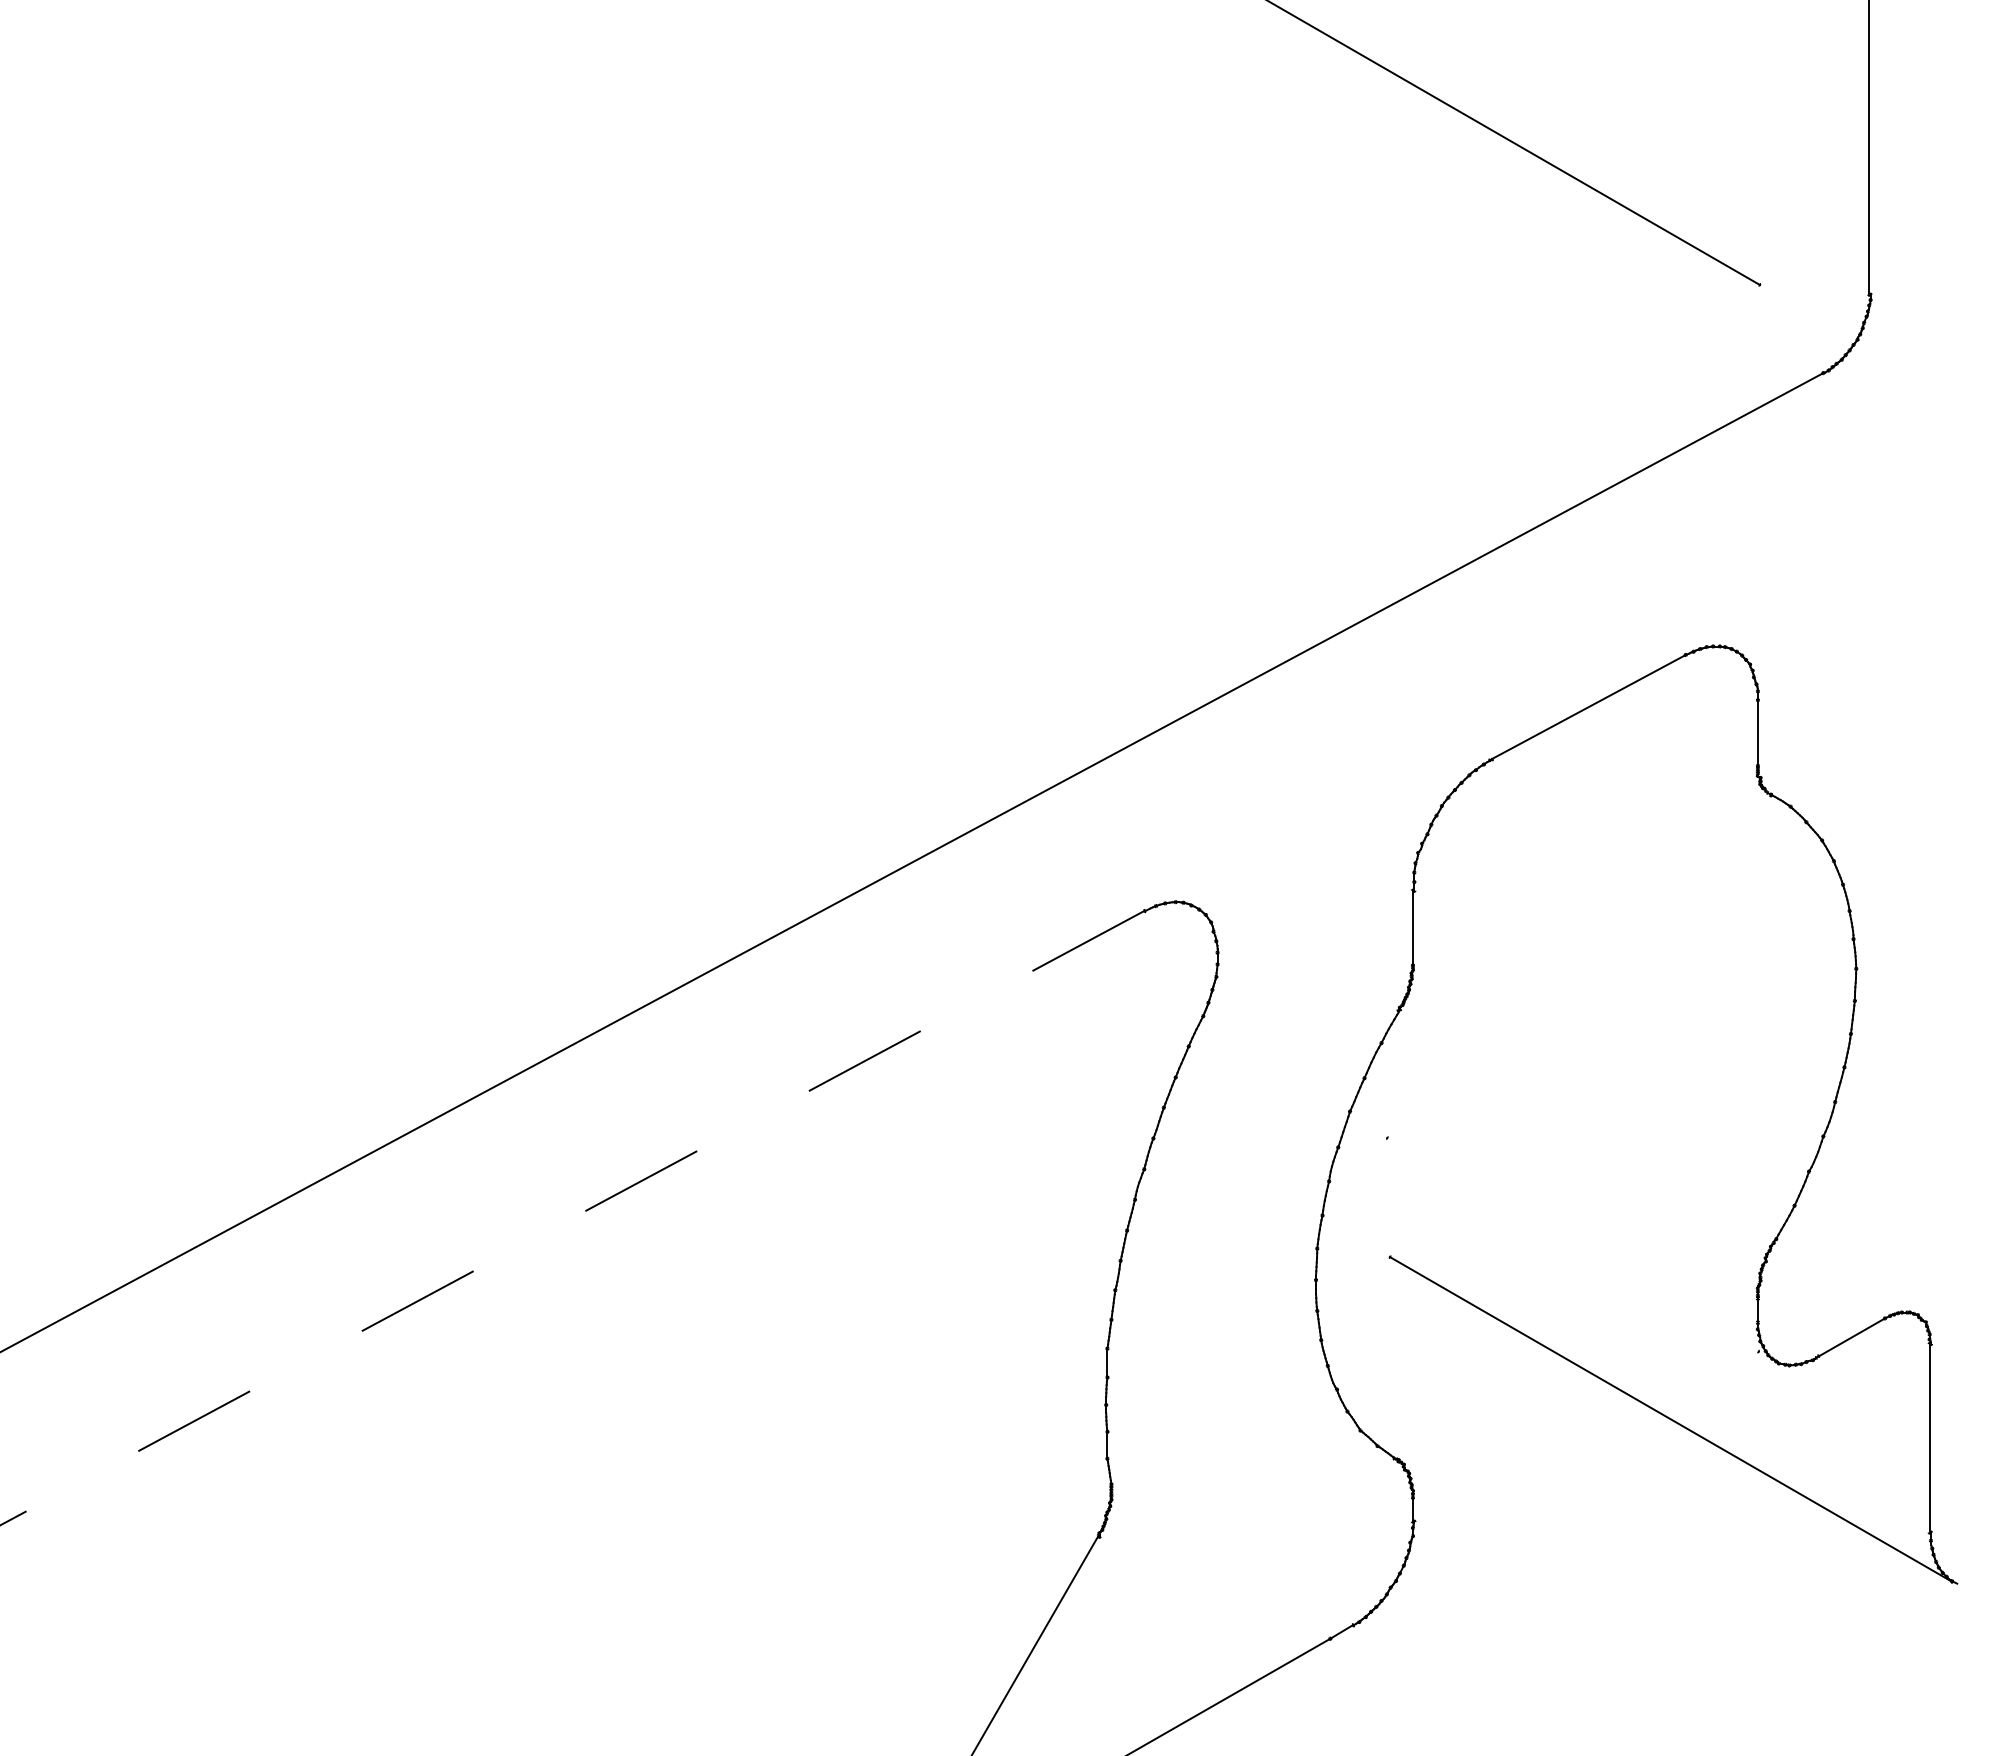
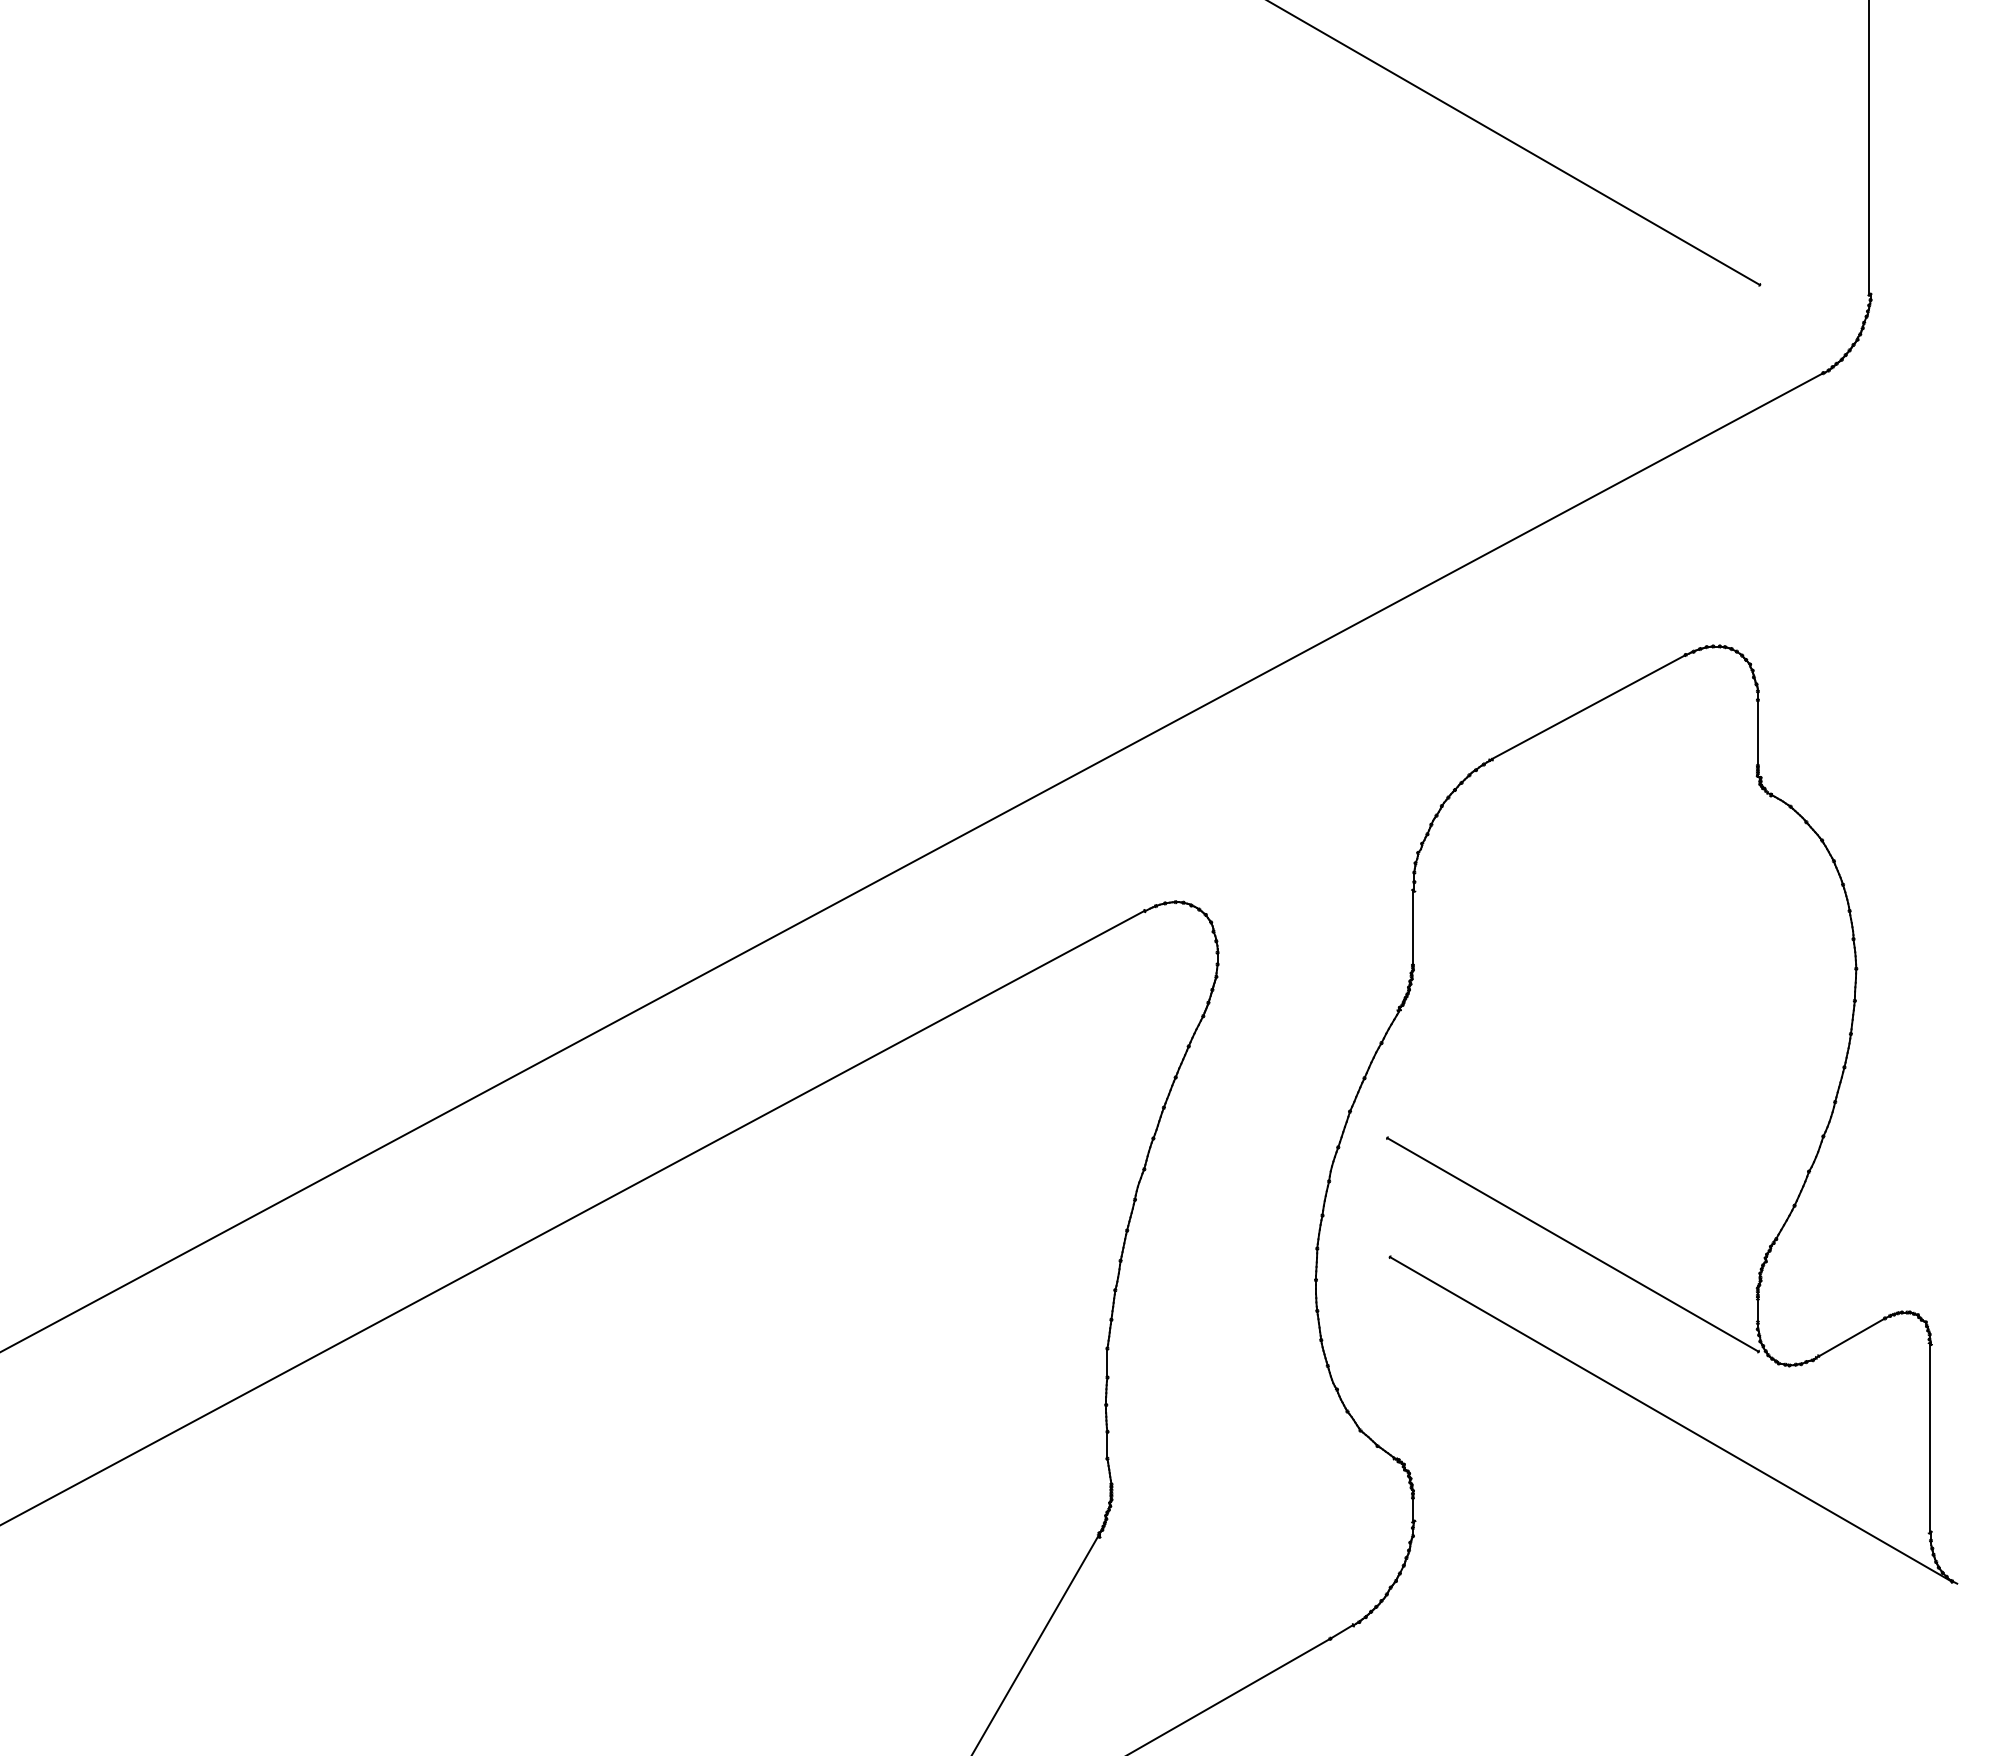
line at (571, 1218): dashed -> solid
line at (1572, 1244): none -> present
